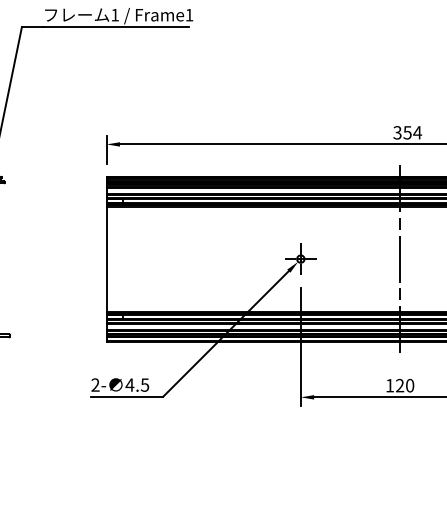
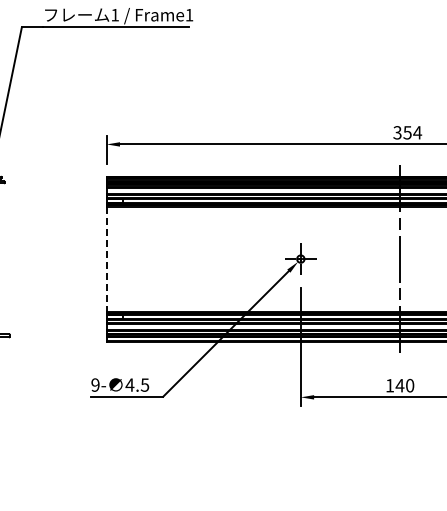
line at (106, 259): solid -> dashed
text at (95, 384): 2- -> 9-
text at (399, 385): 120 -> 140
